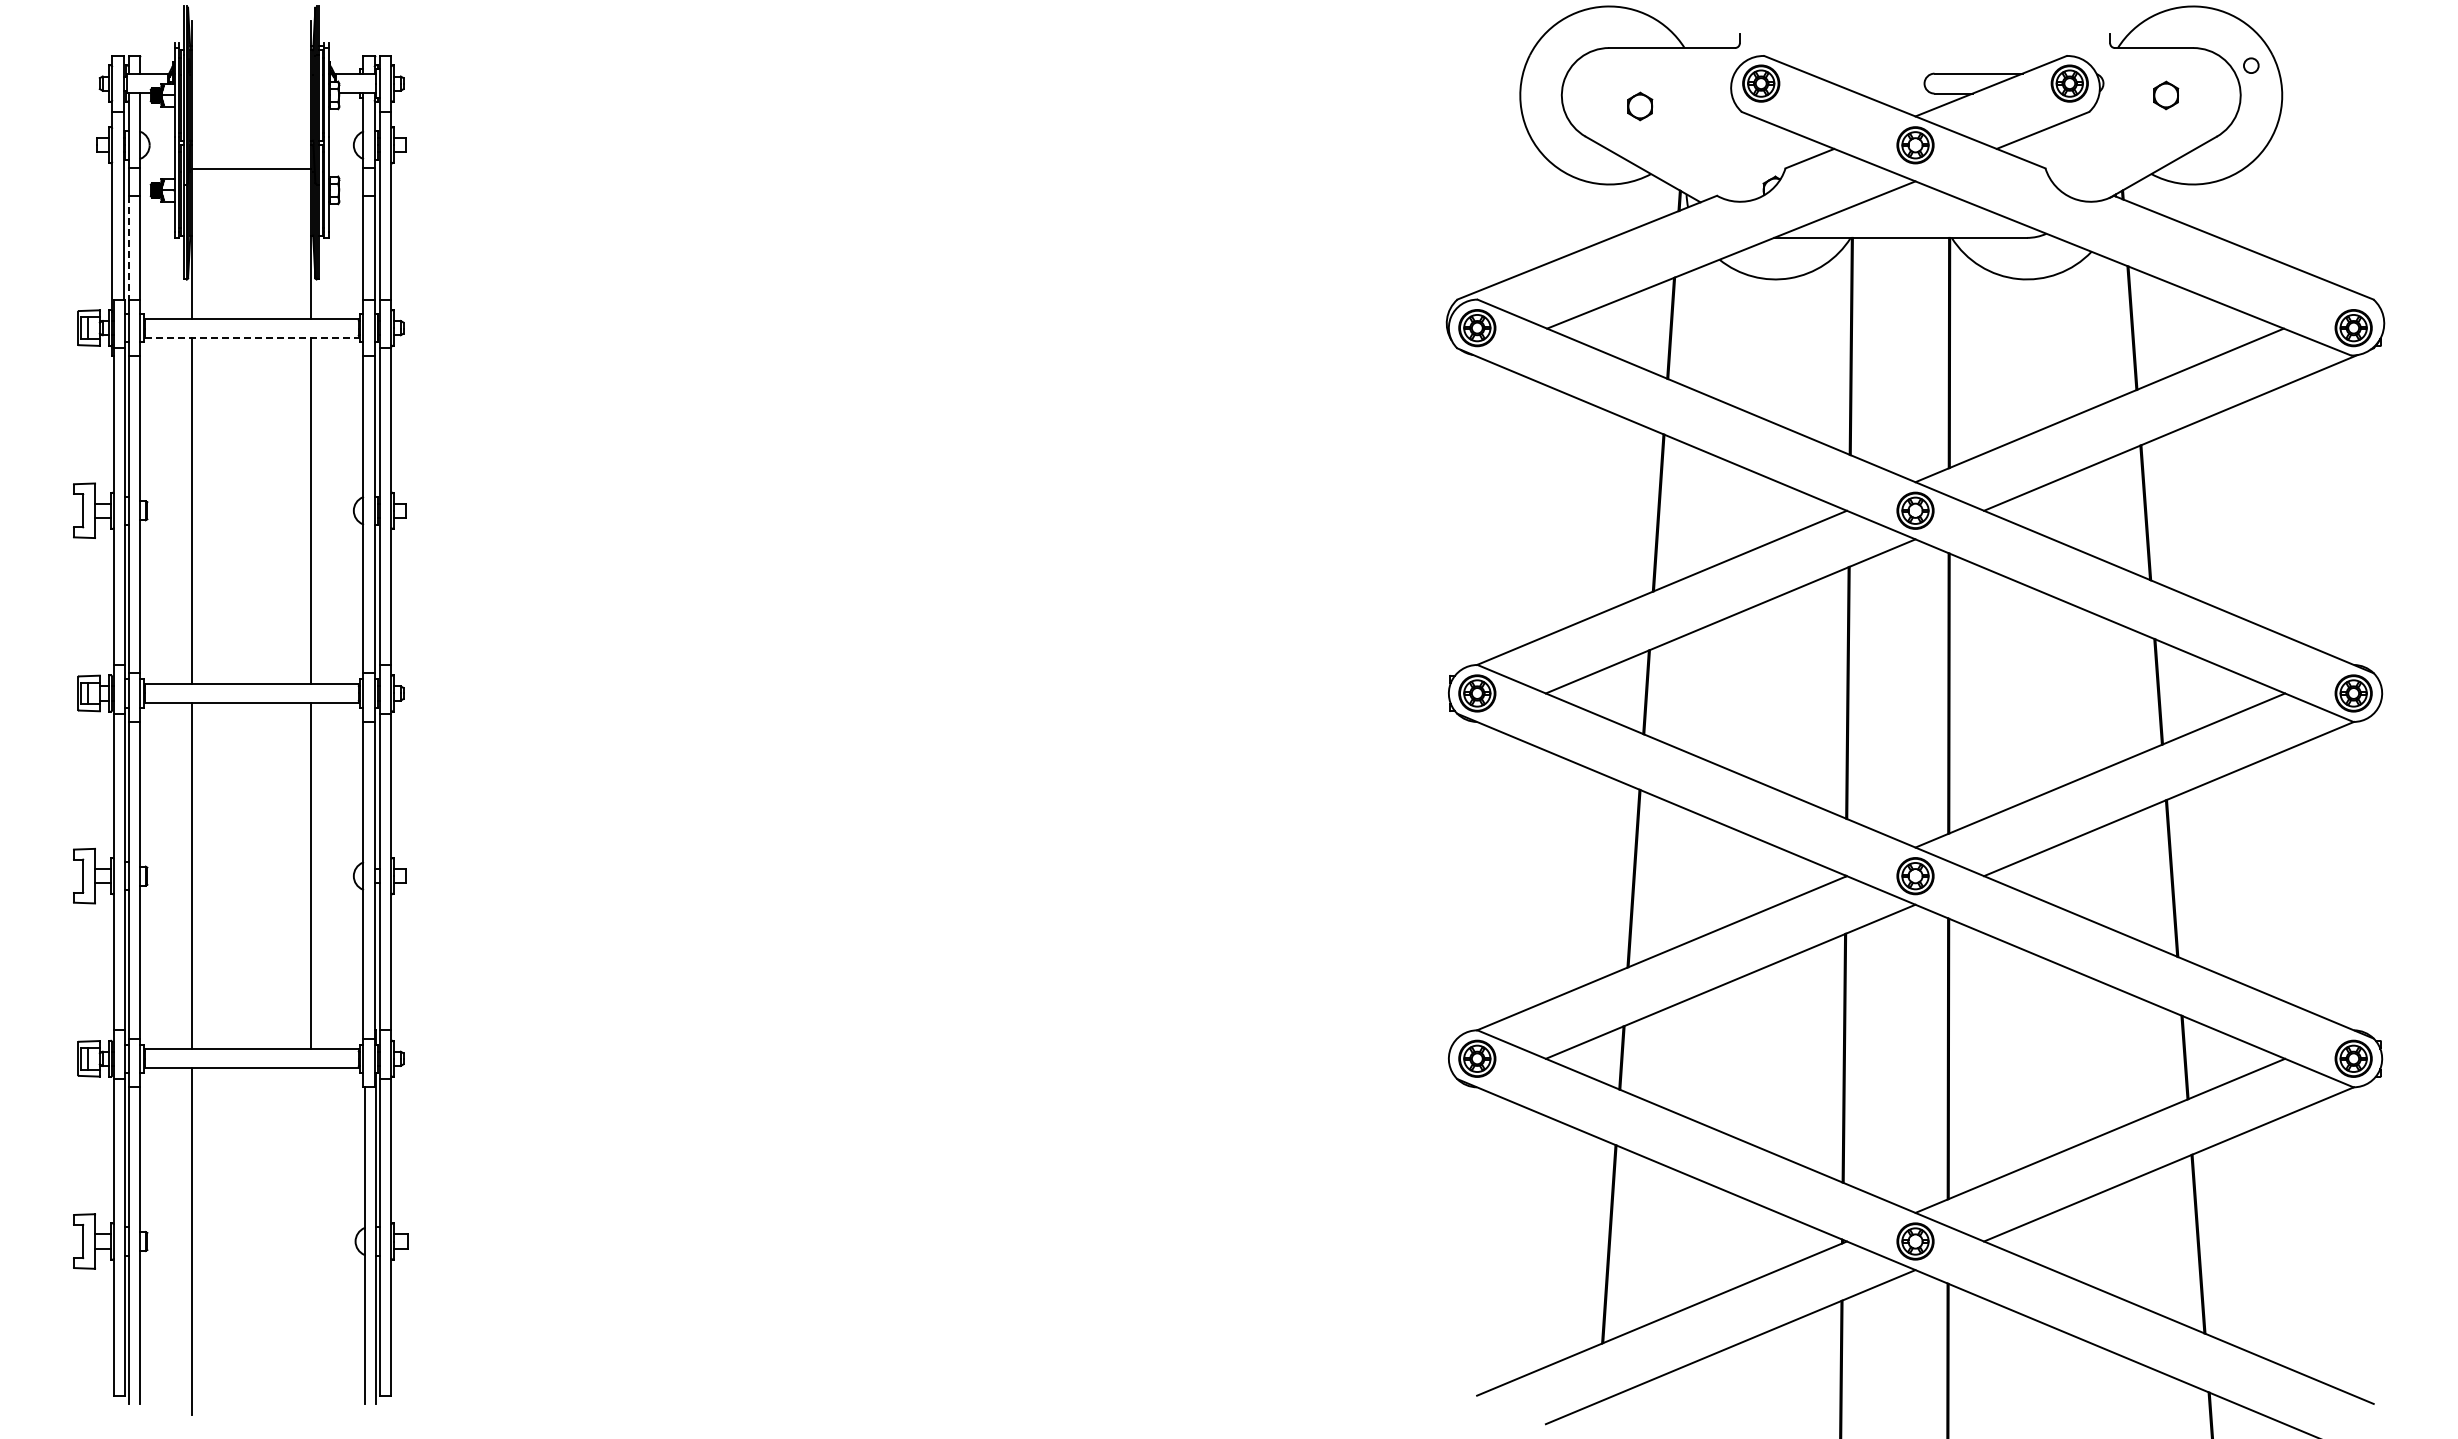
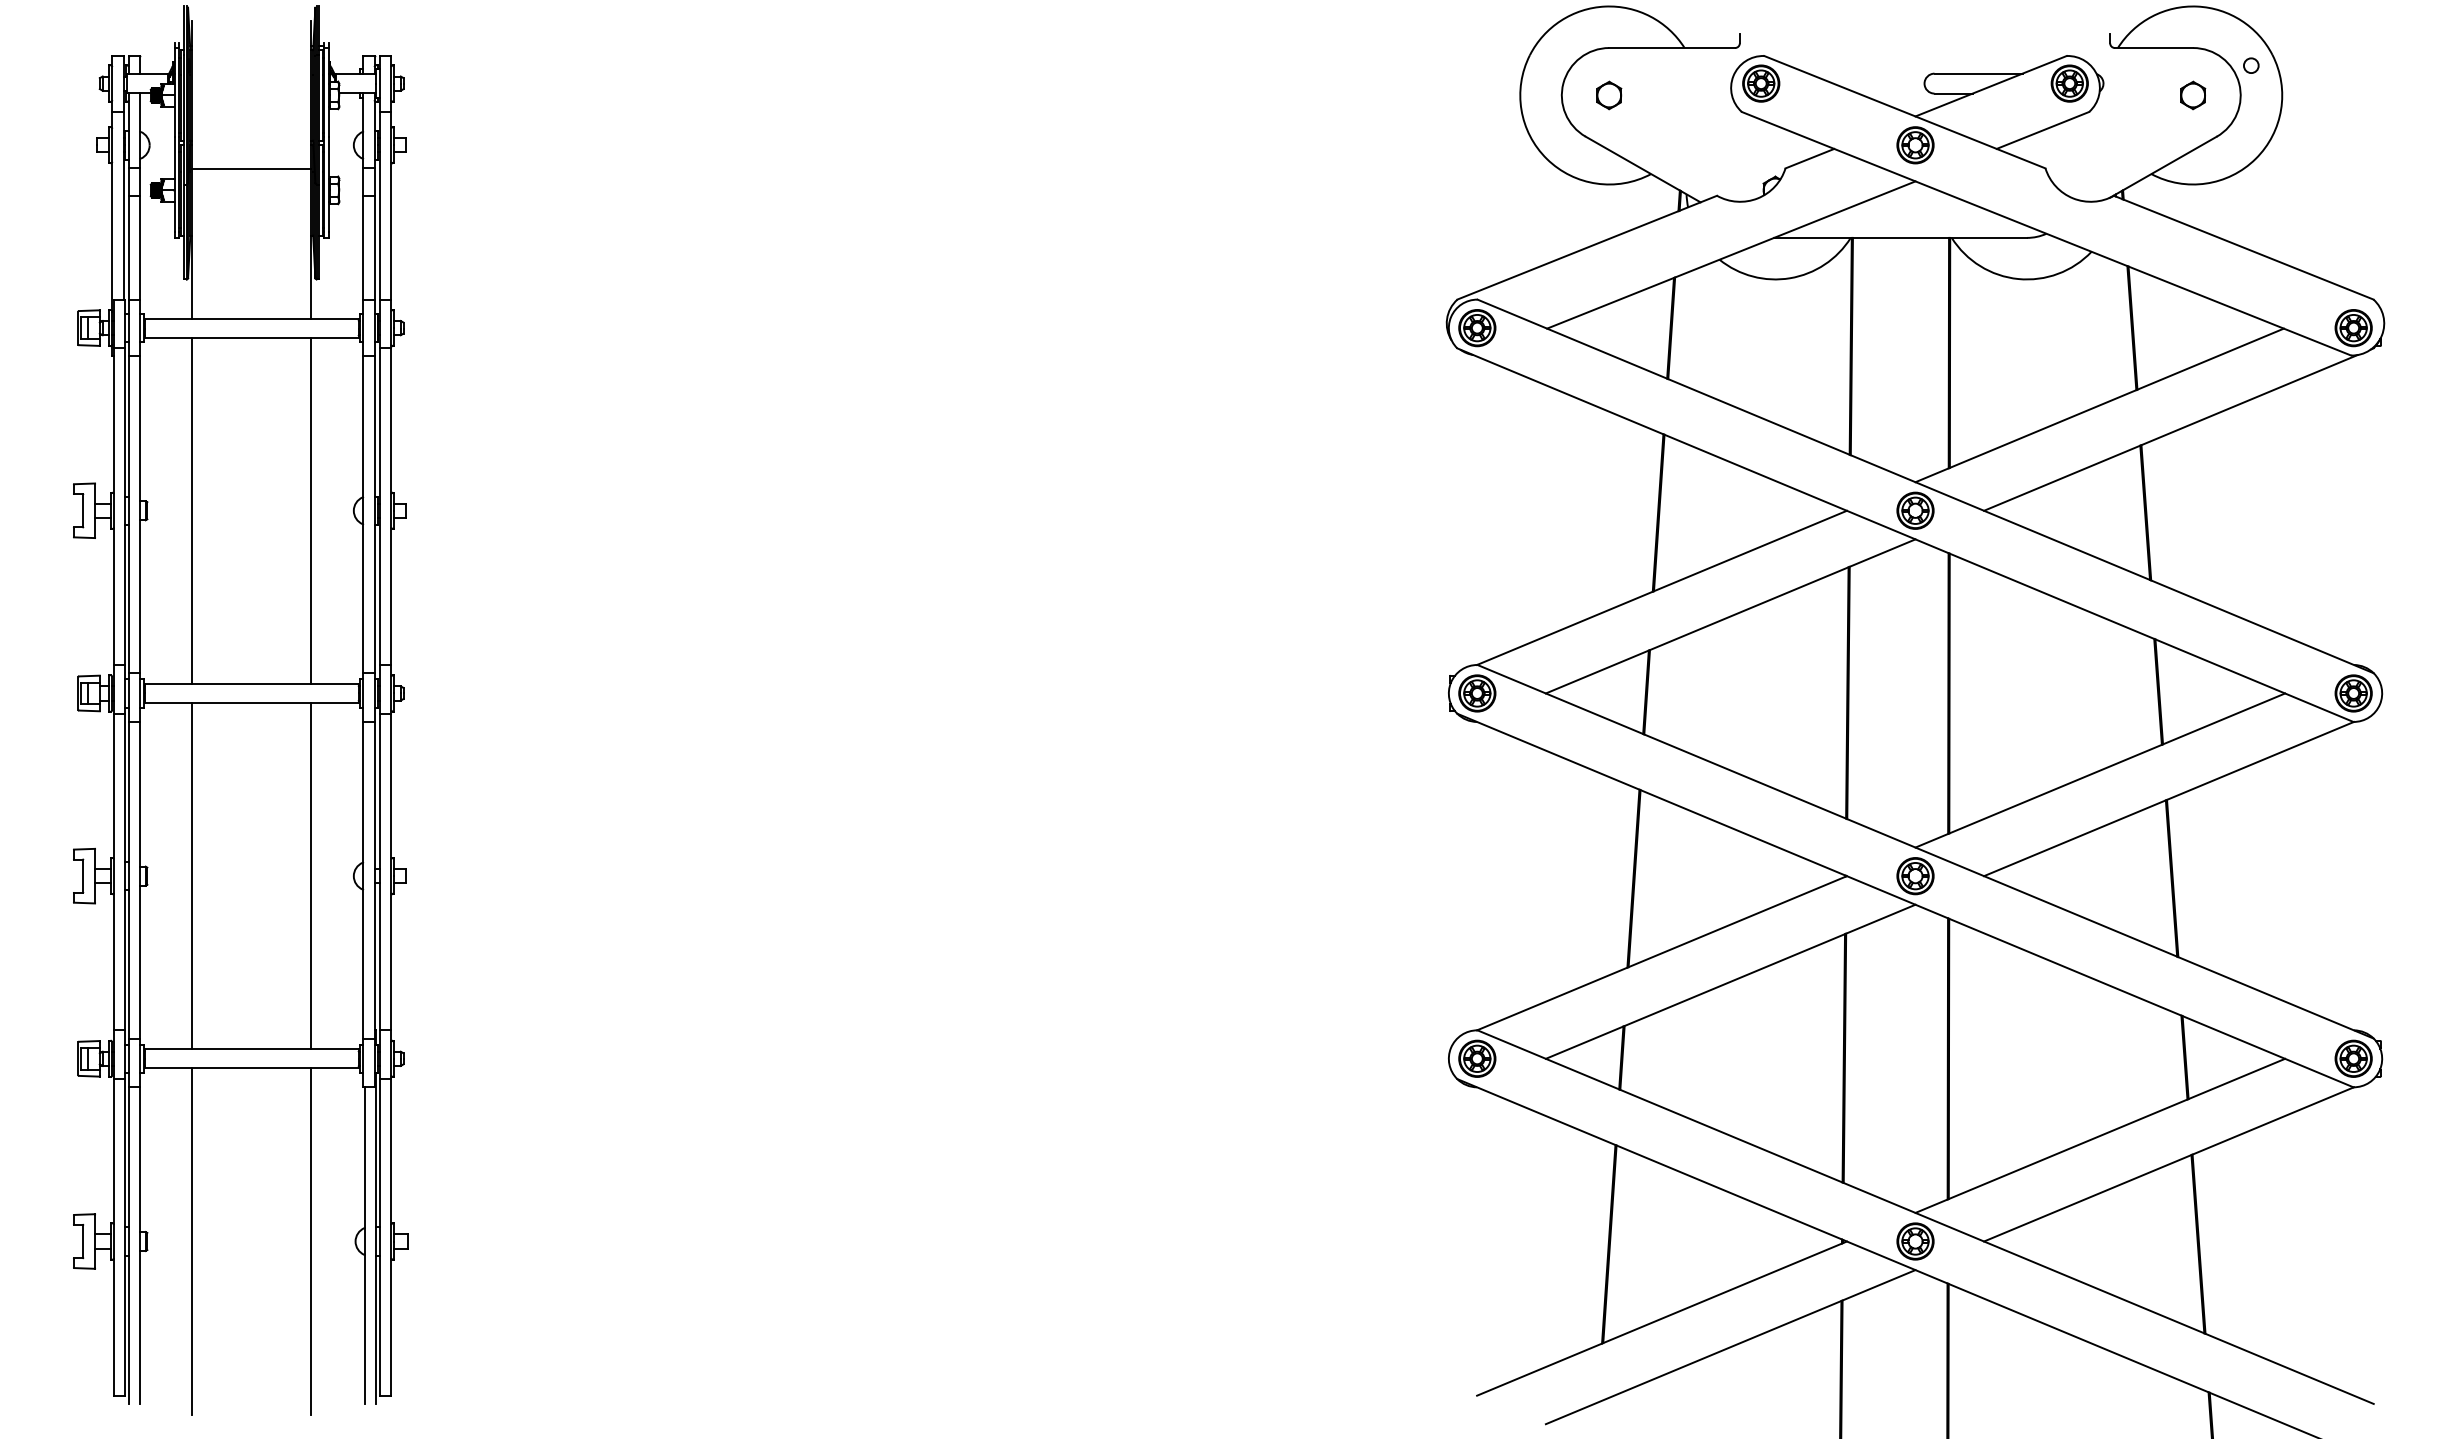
part at (2166, 95) position: (2166, 95) -> (2193, 95)
part at (1640, 106) position: (1640, 106) -> (1609, 95)
line at (128, 247): dashed -> solid
line at (251, 337): dashed -> solid
line at (311, 1241): none -> present
